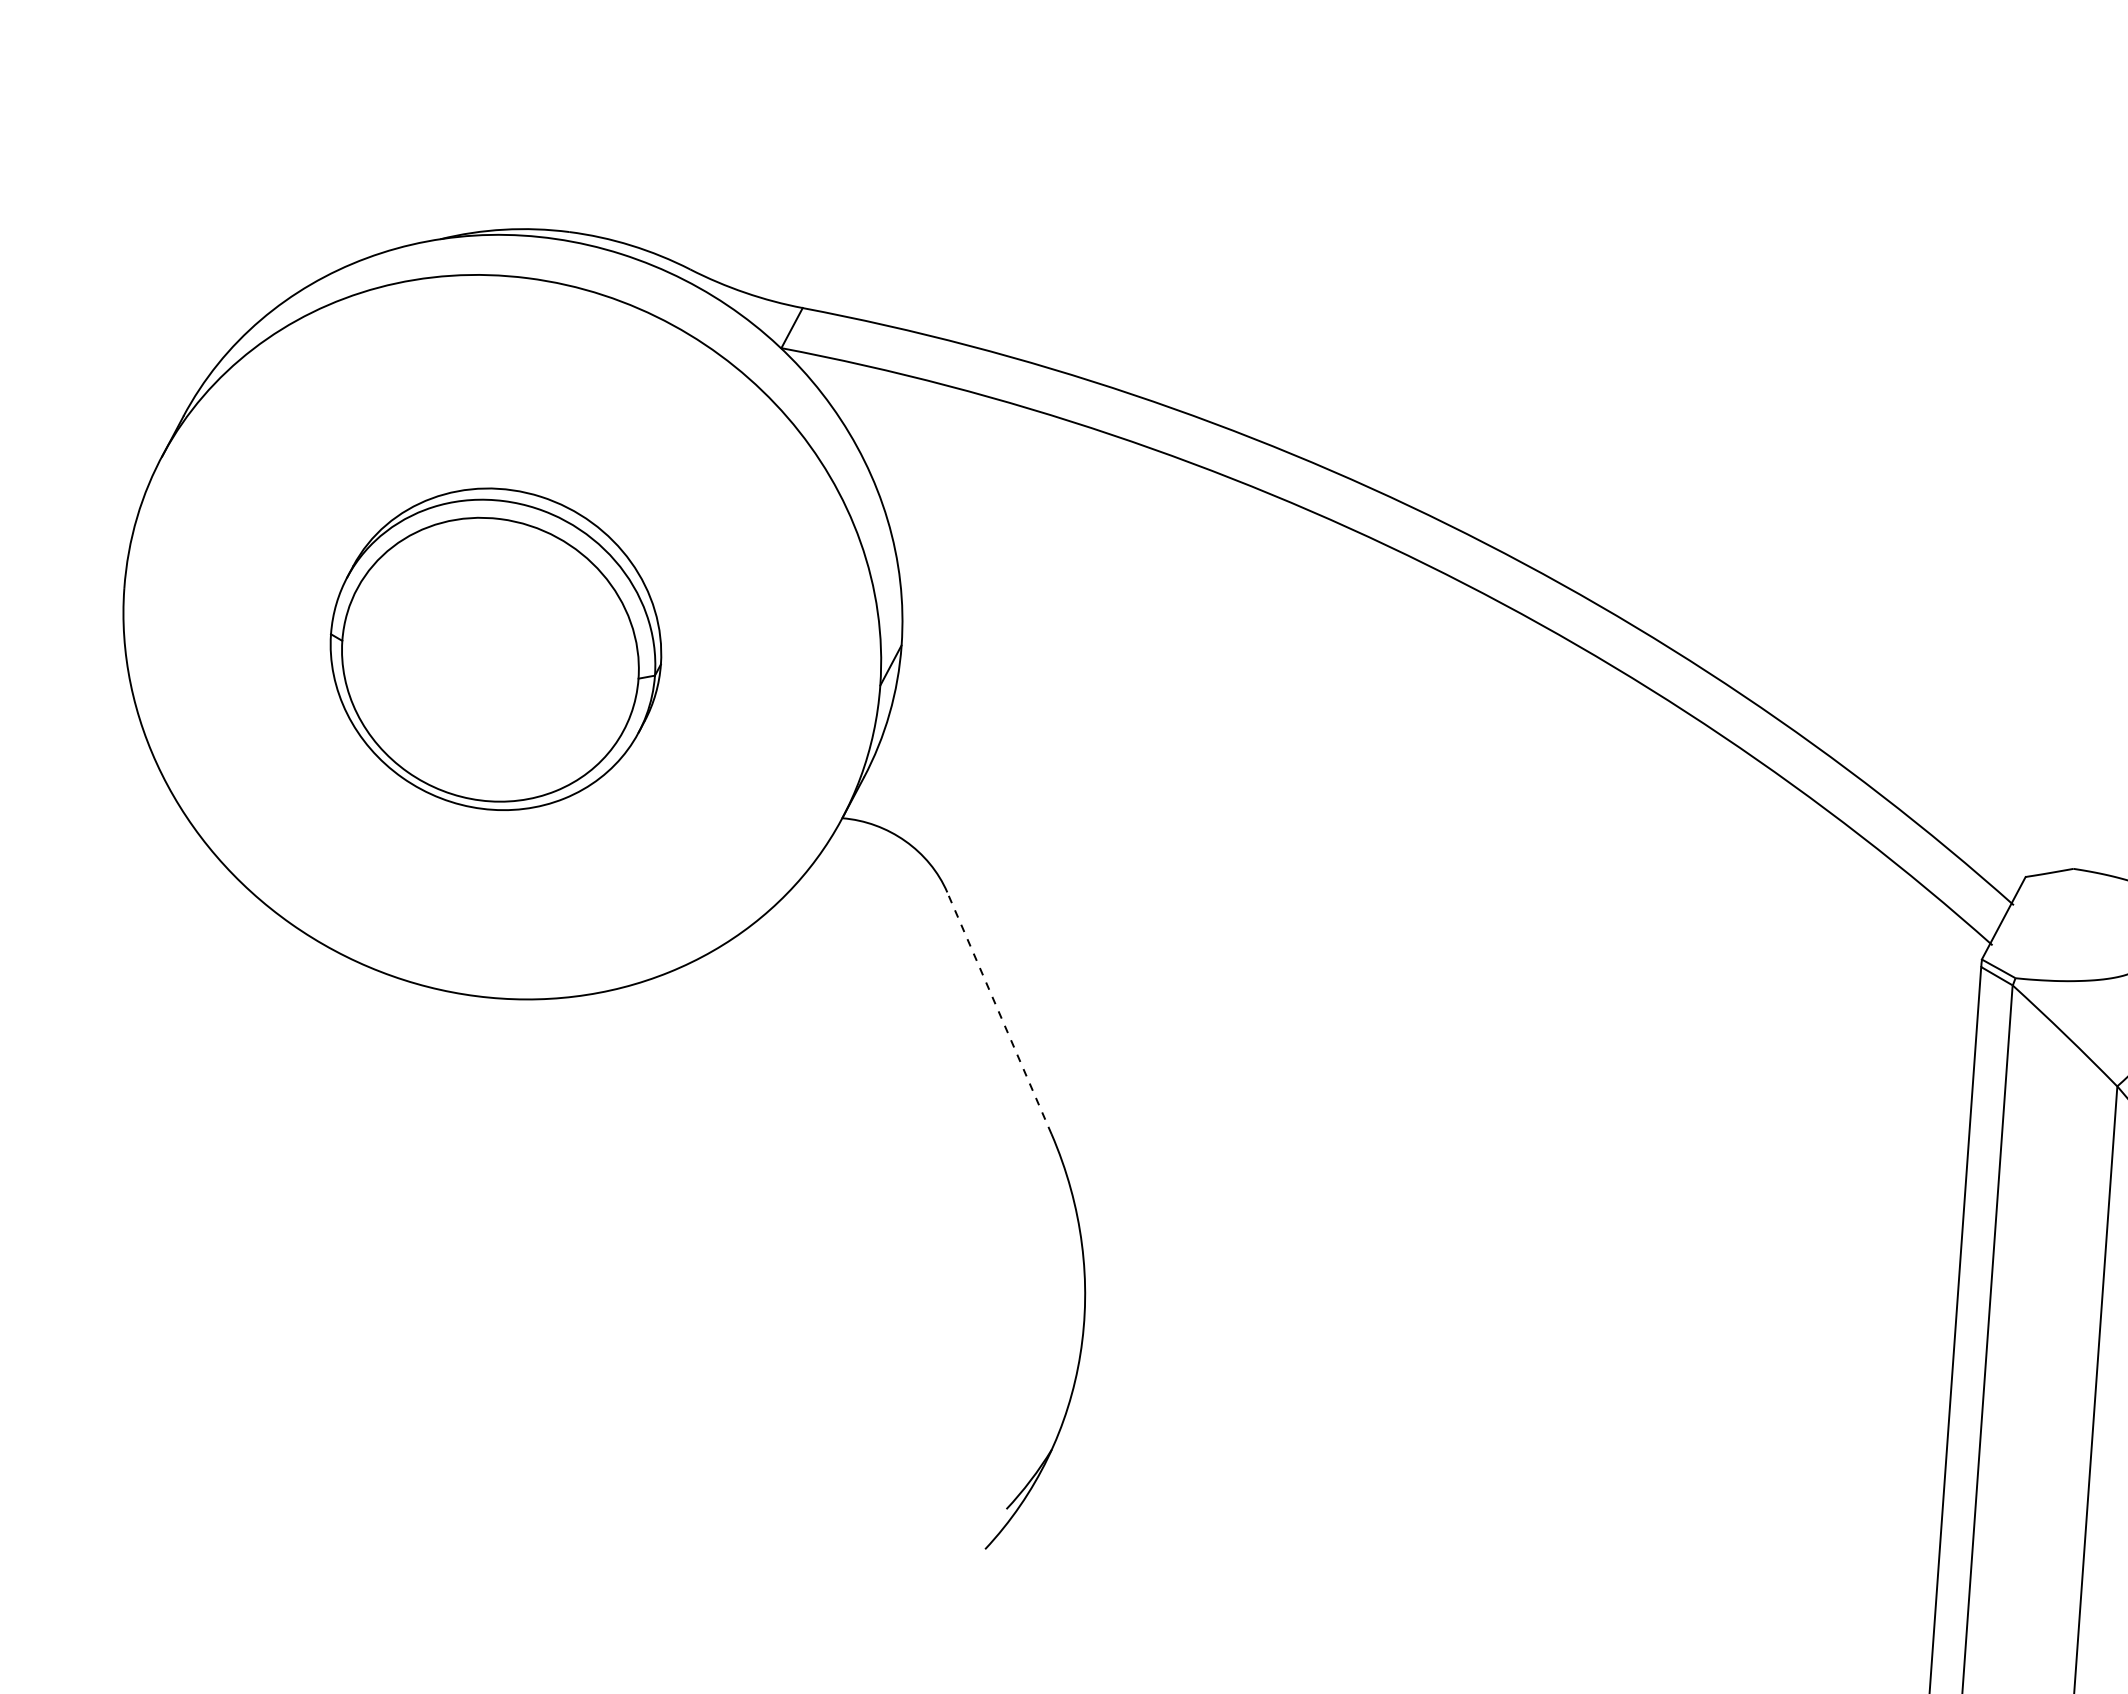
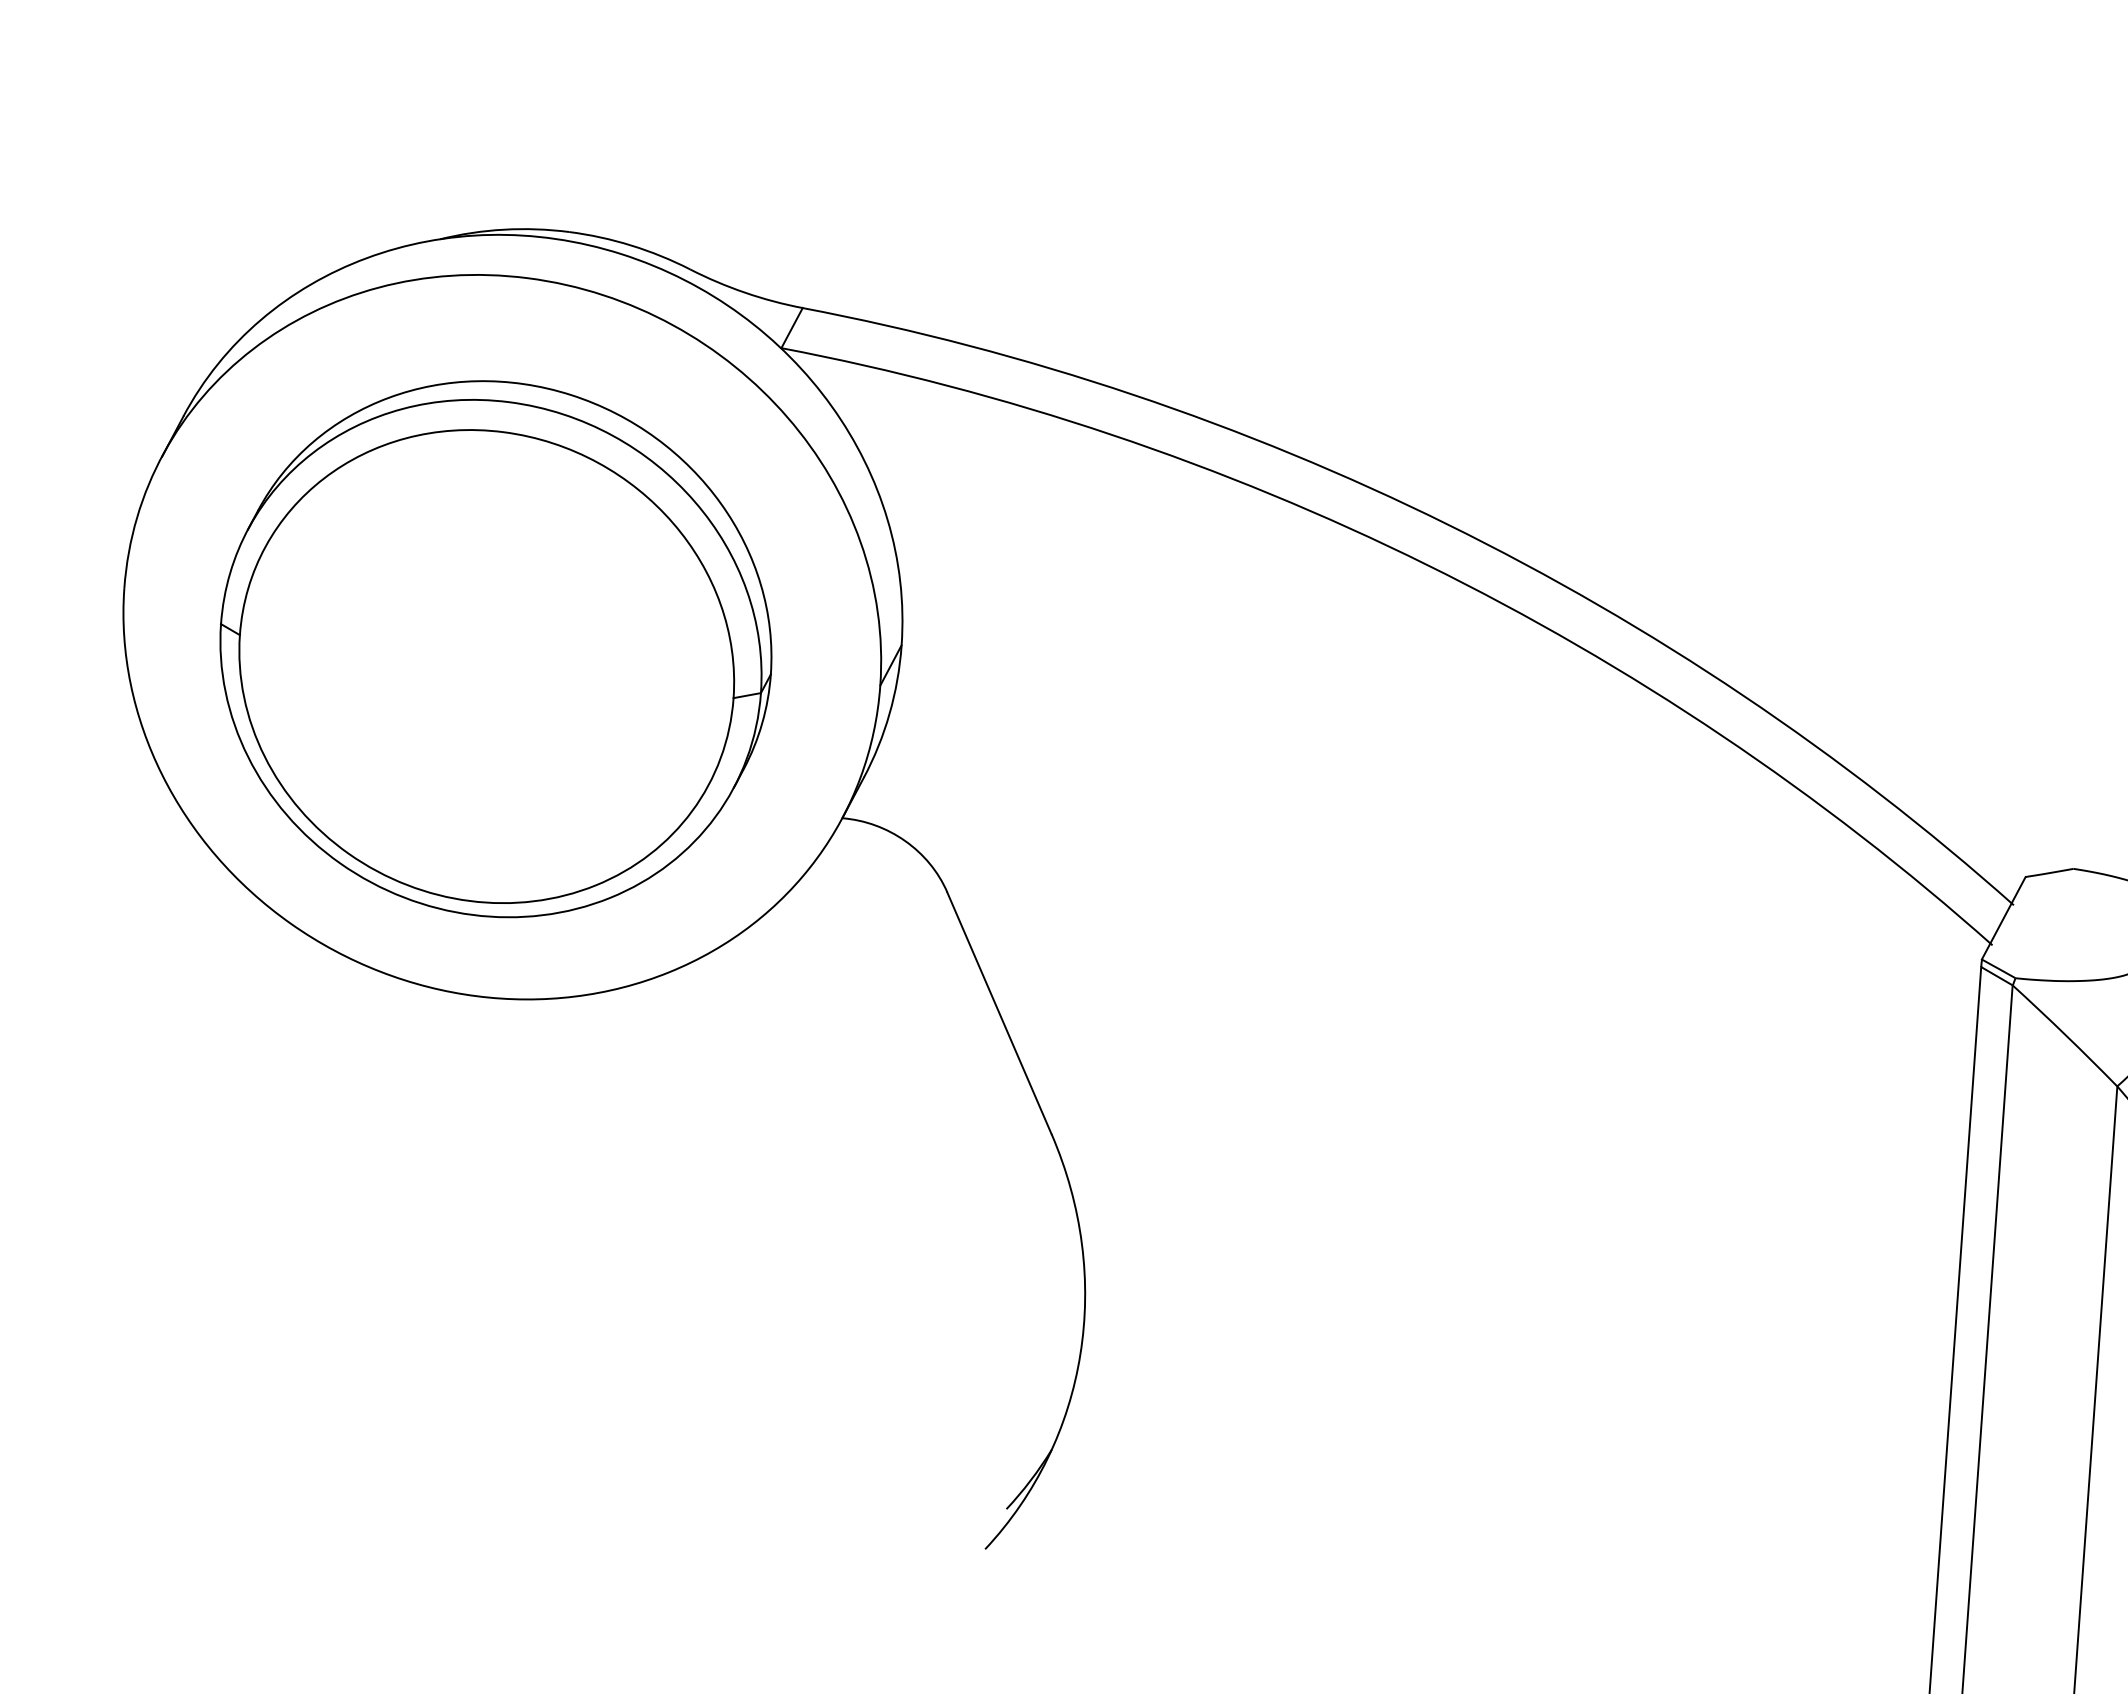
part at (495, 648) size: 334x324 px -> 554x539 px
line at (999, 1013): dashed -> solid
